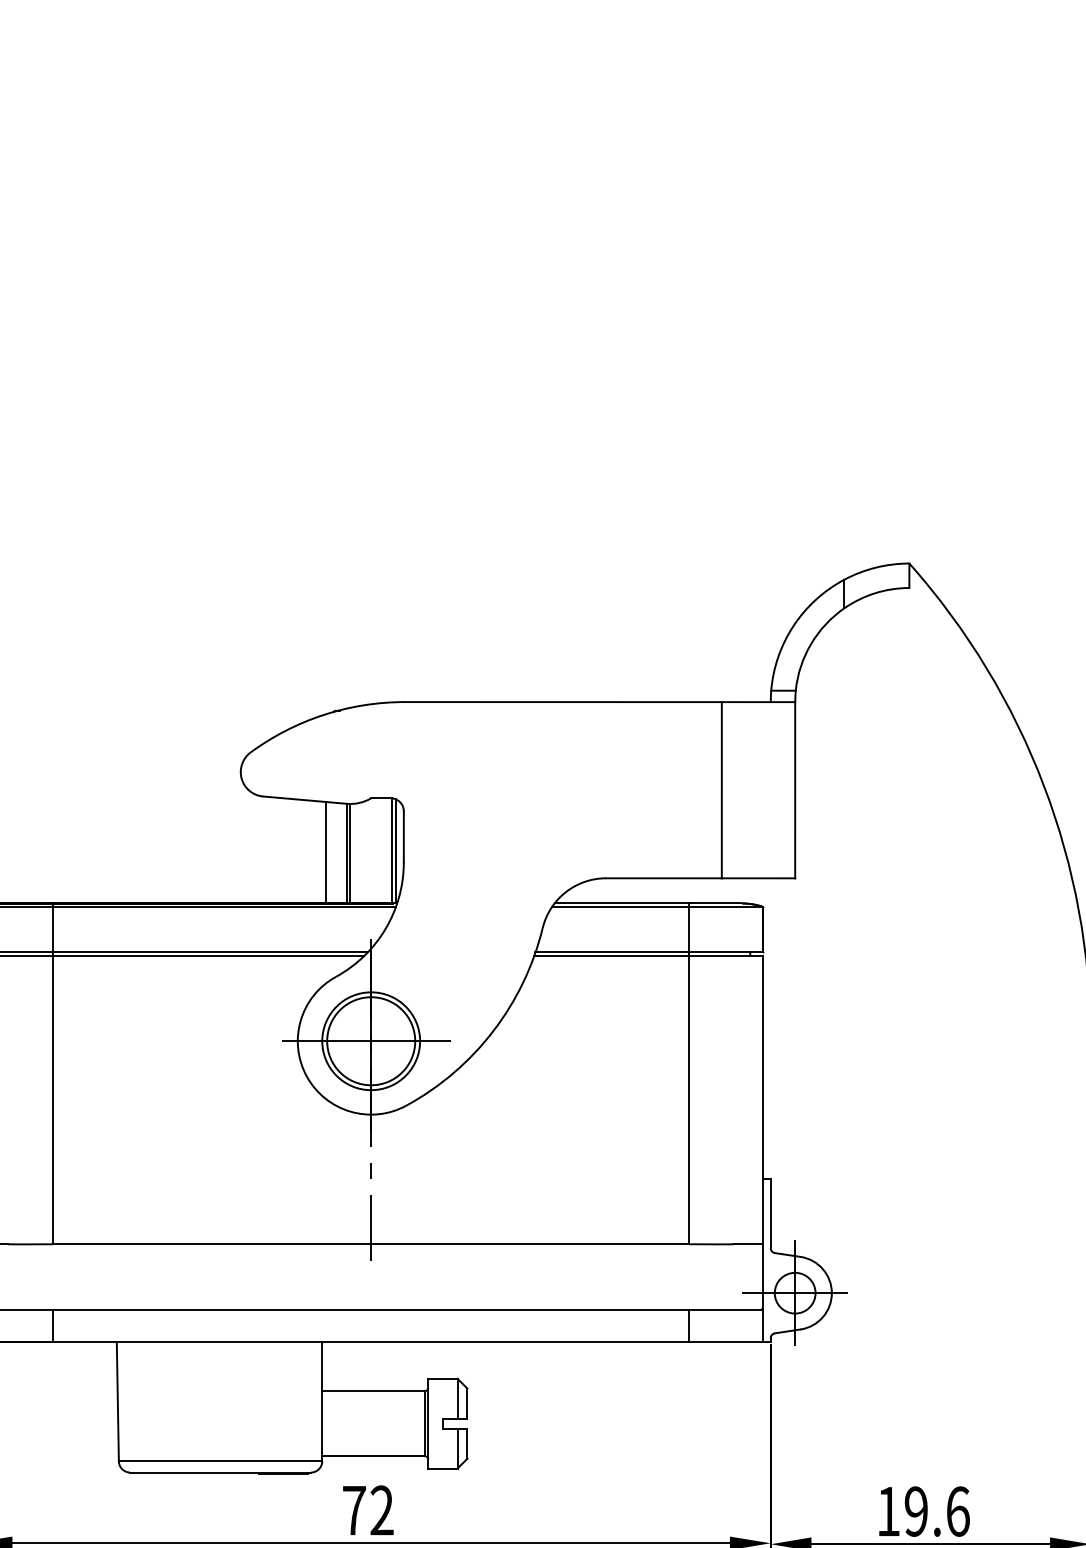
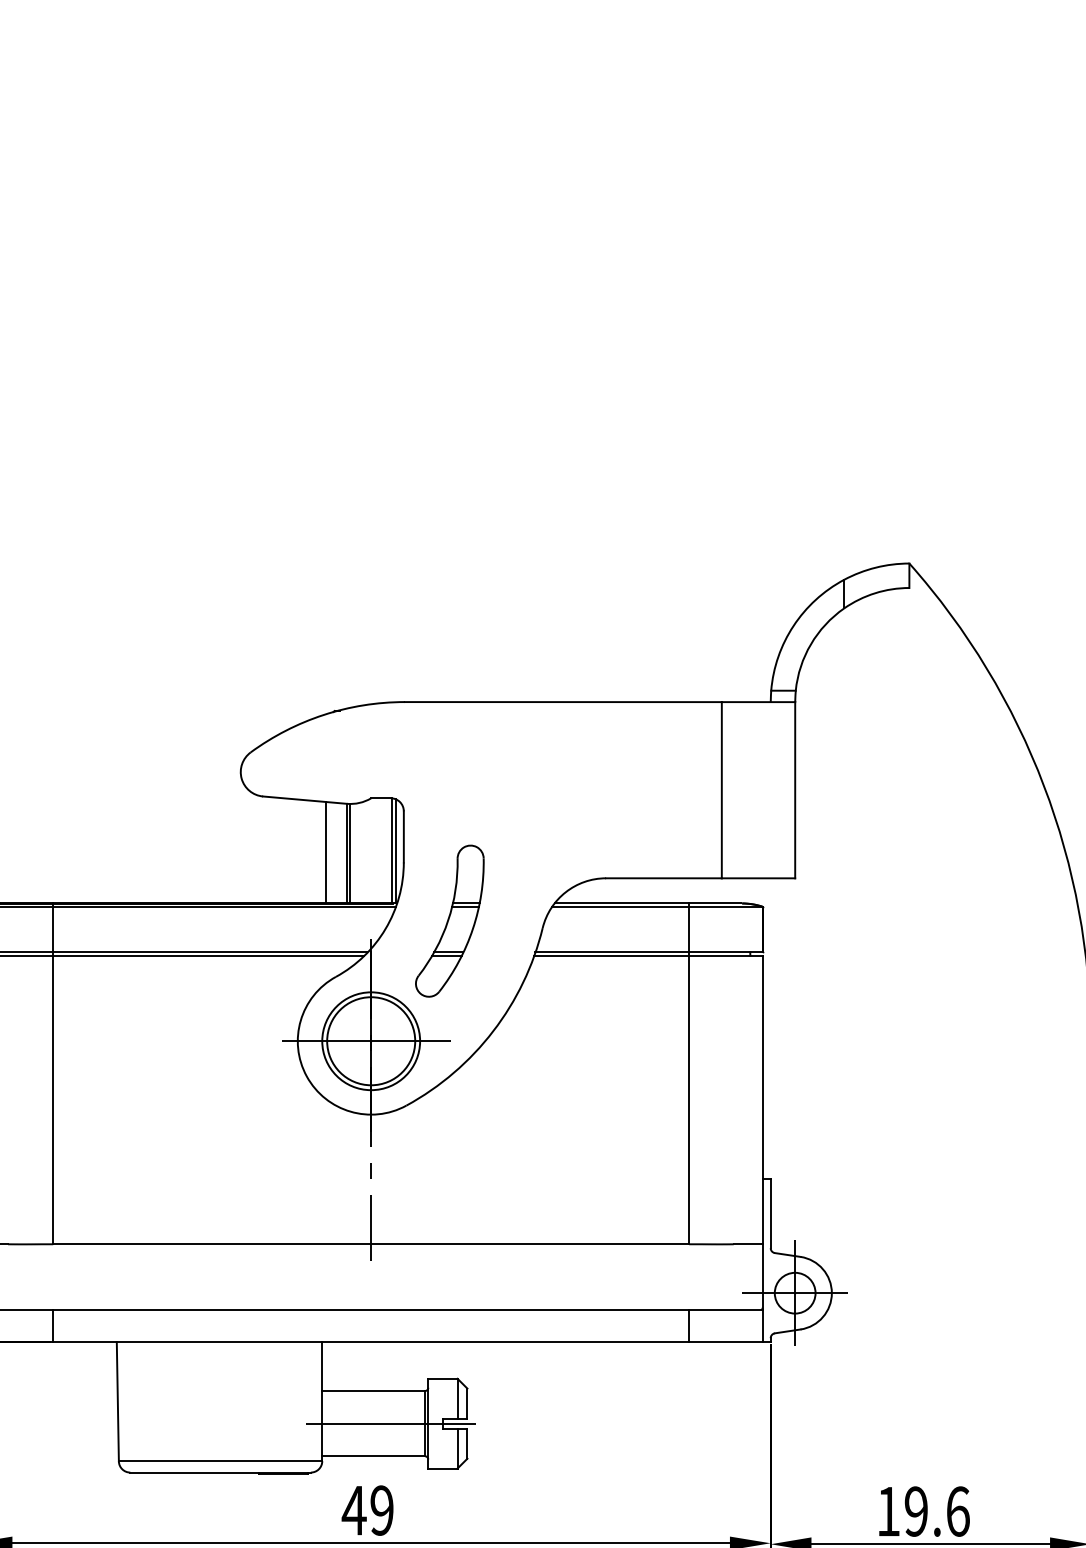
part at (449, 920): none -> present
line at (390, 1423): none -> present
text at (367, 1510): 72 -> 49
